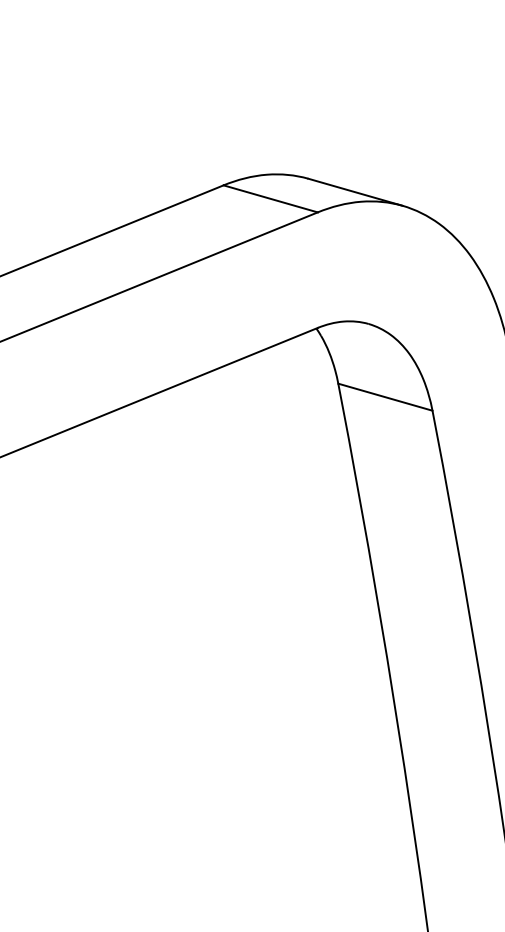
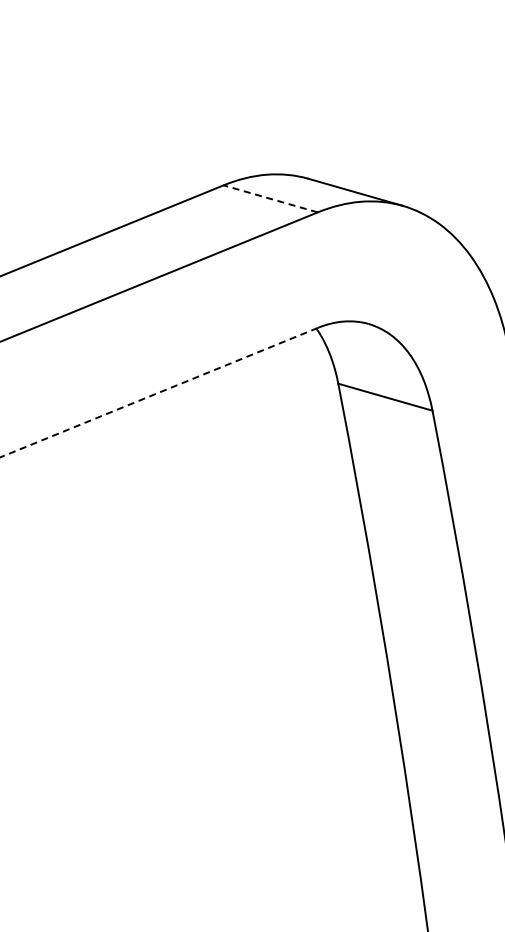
line at (270, 198): solid -> dashed
line at (158, 392): solid -> dashed
